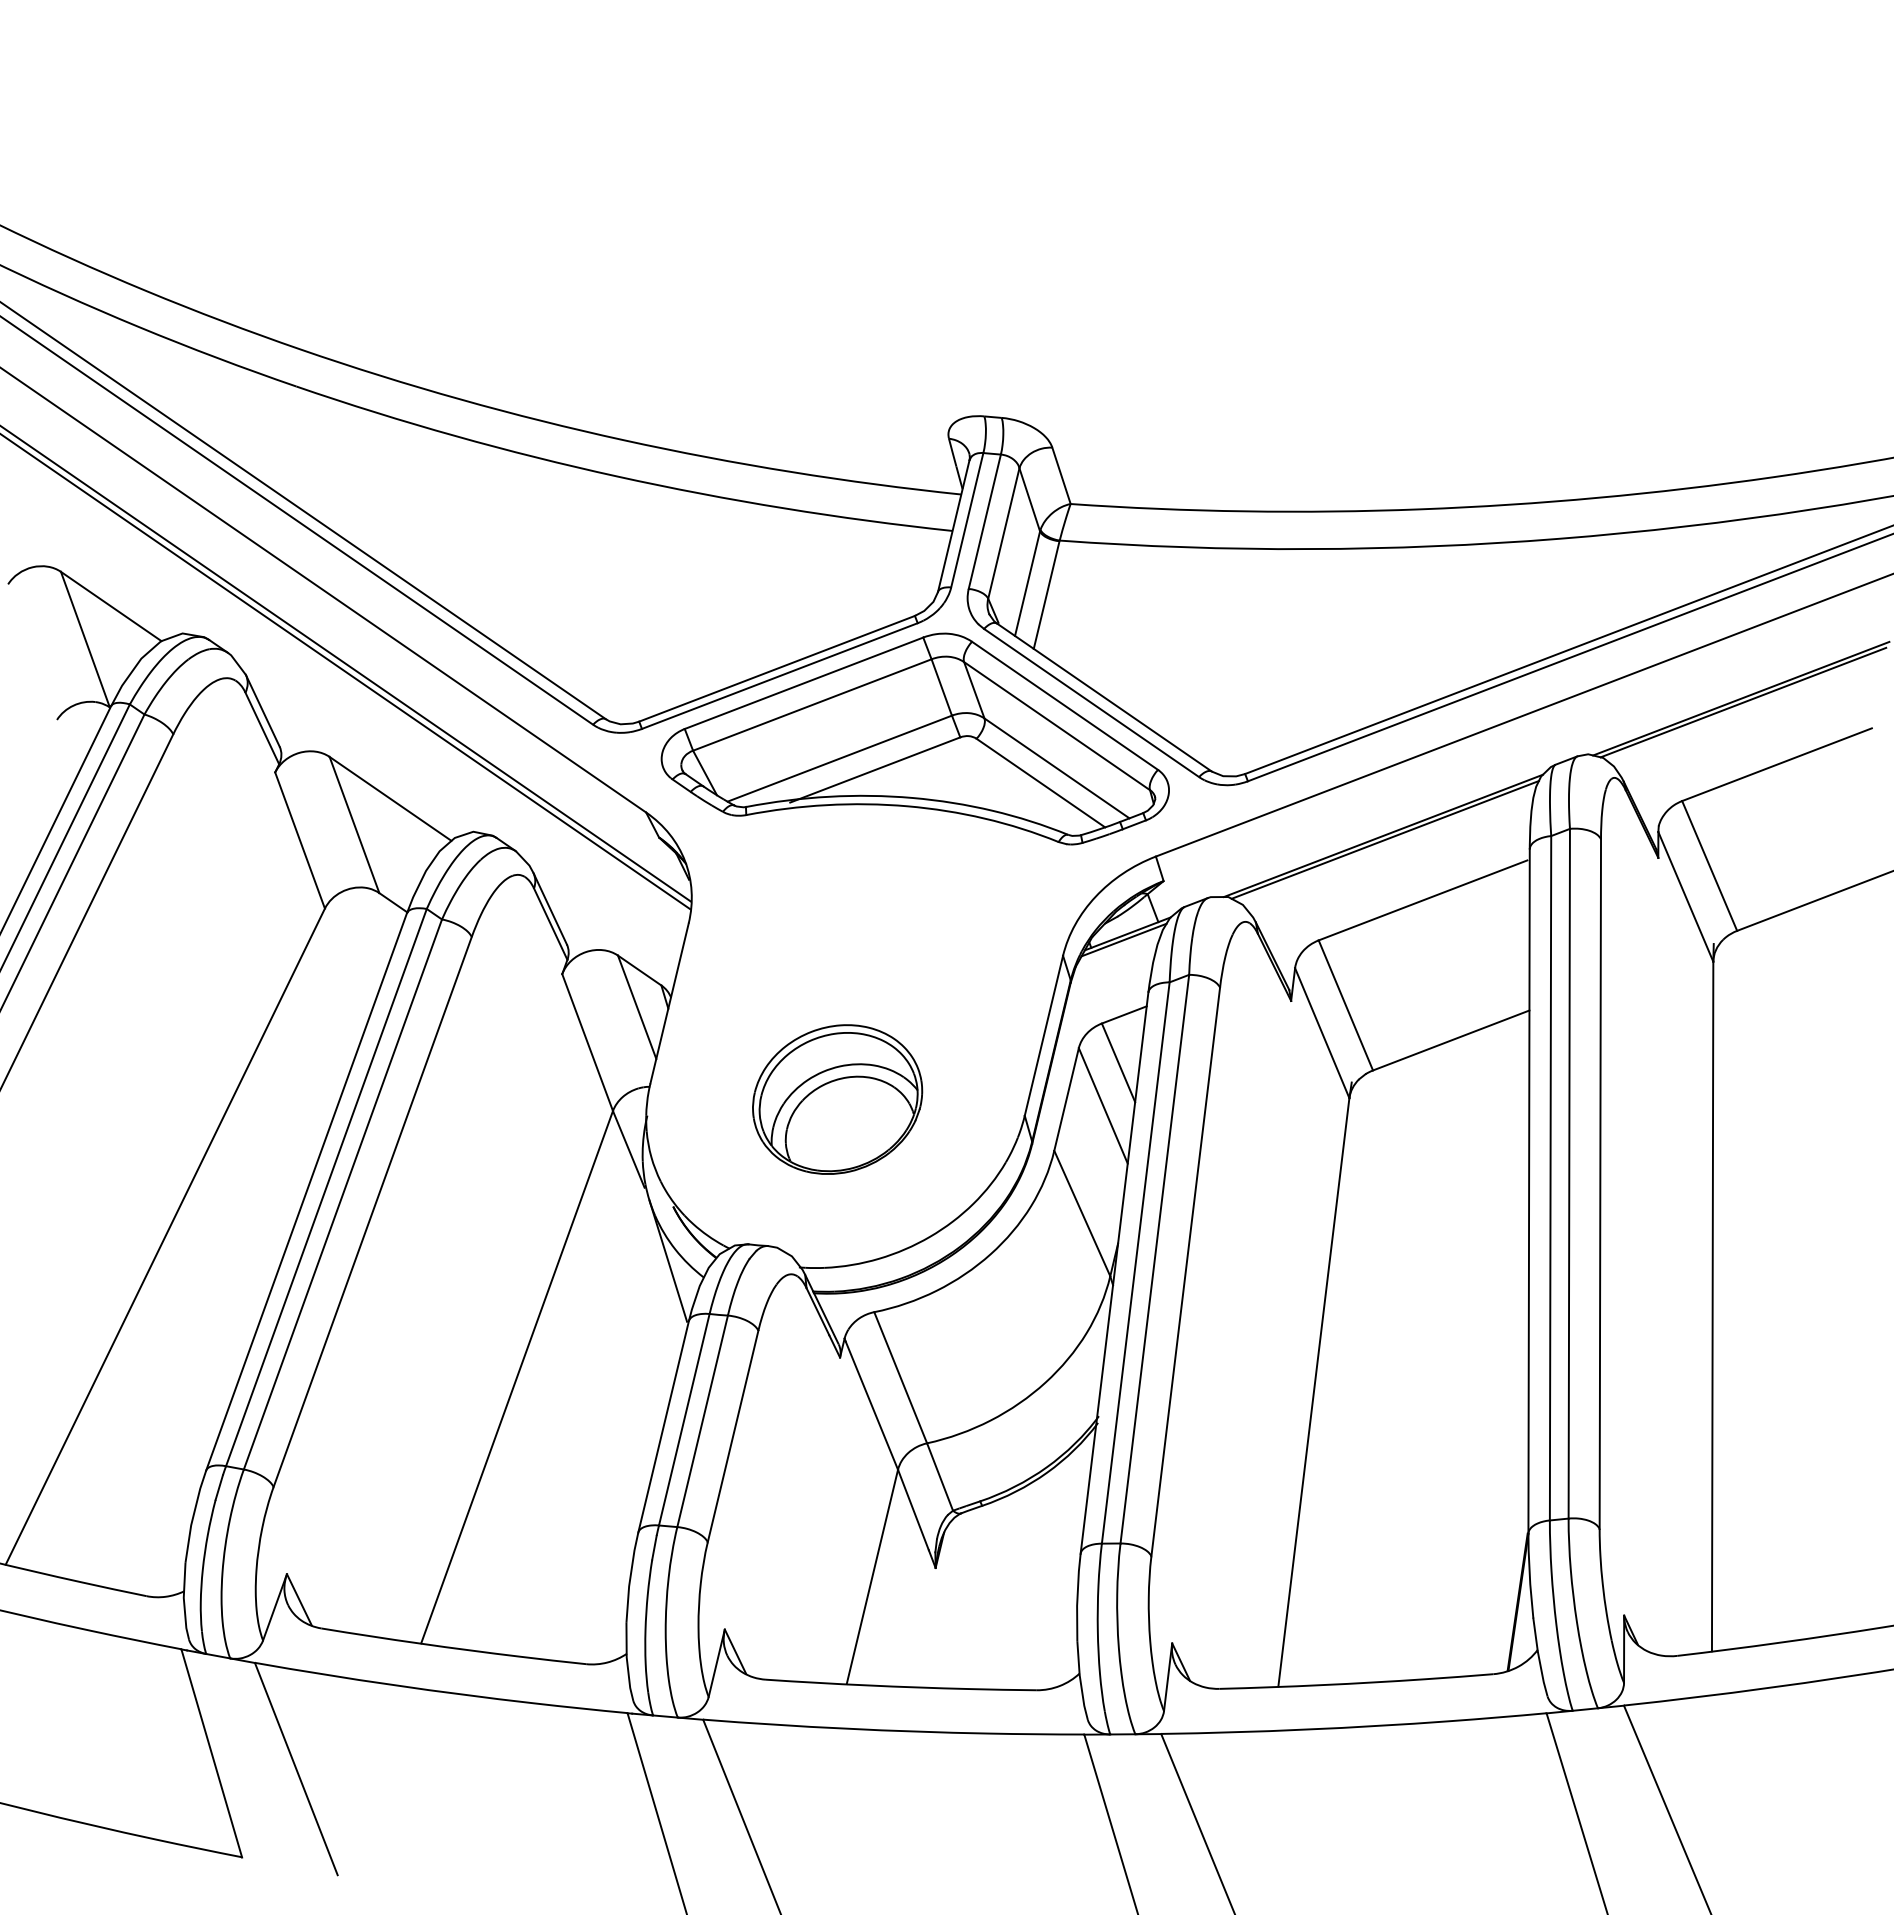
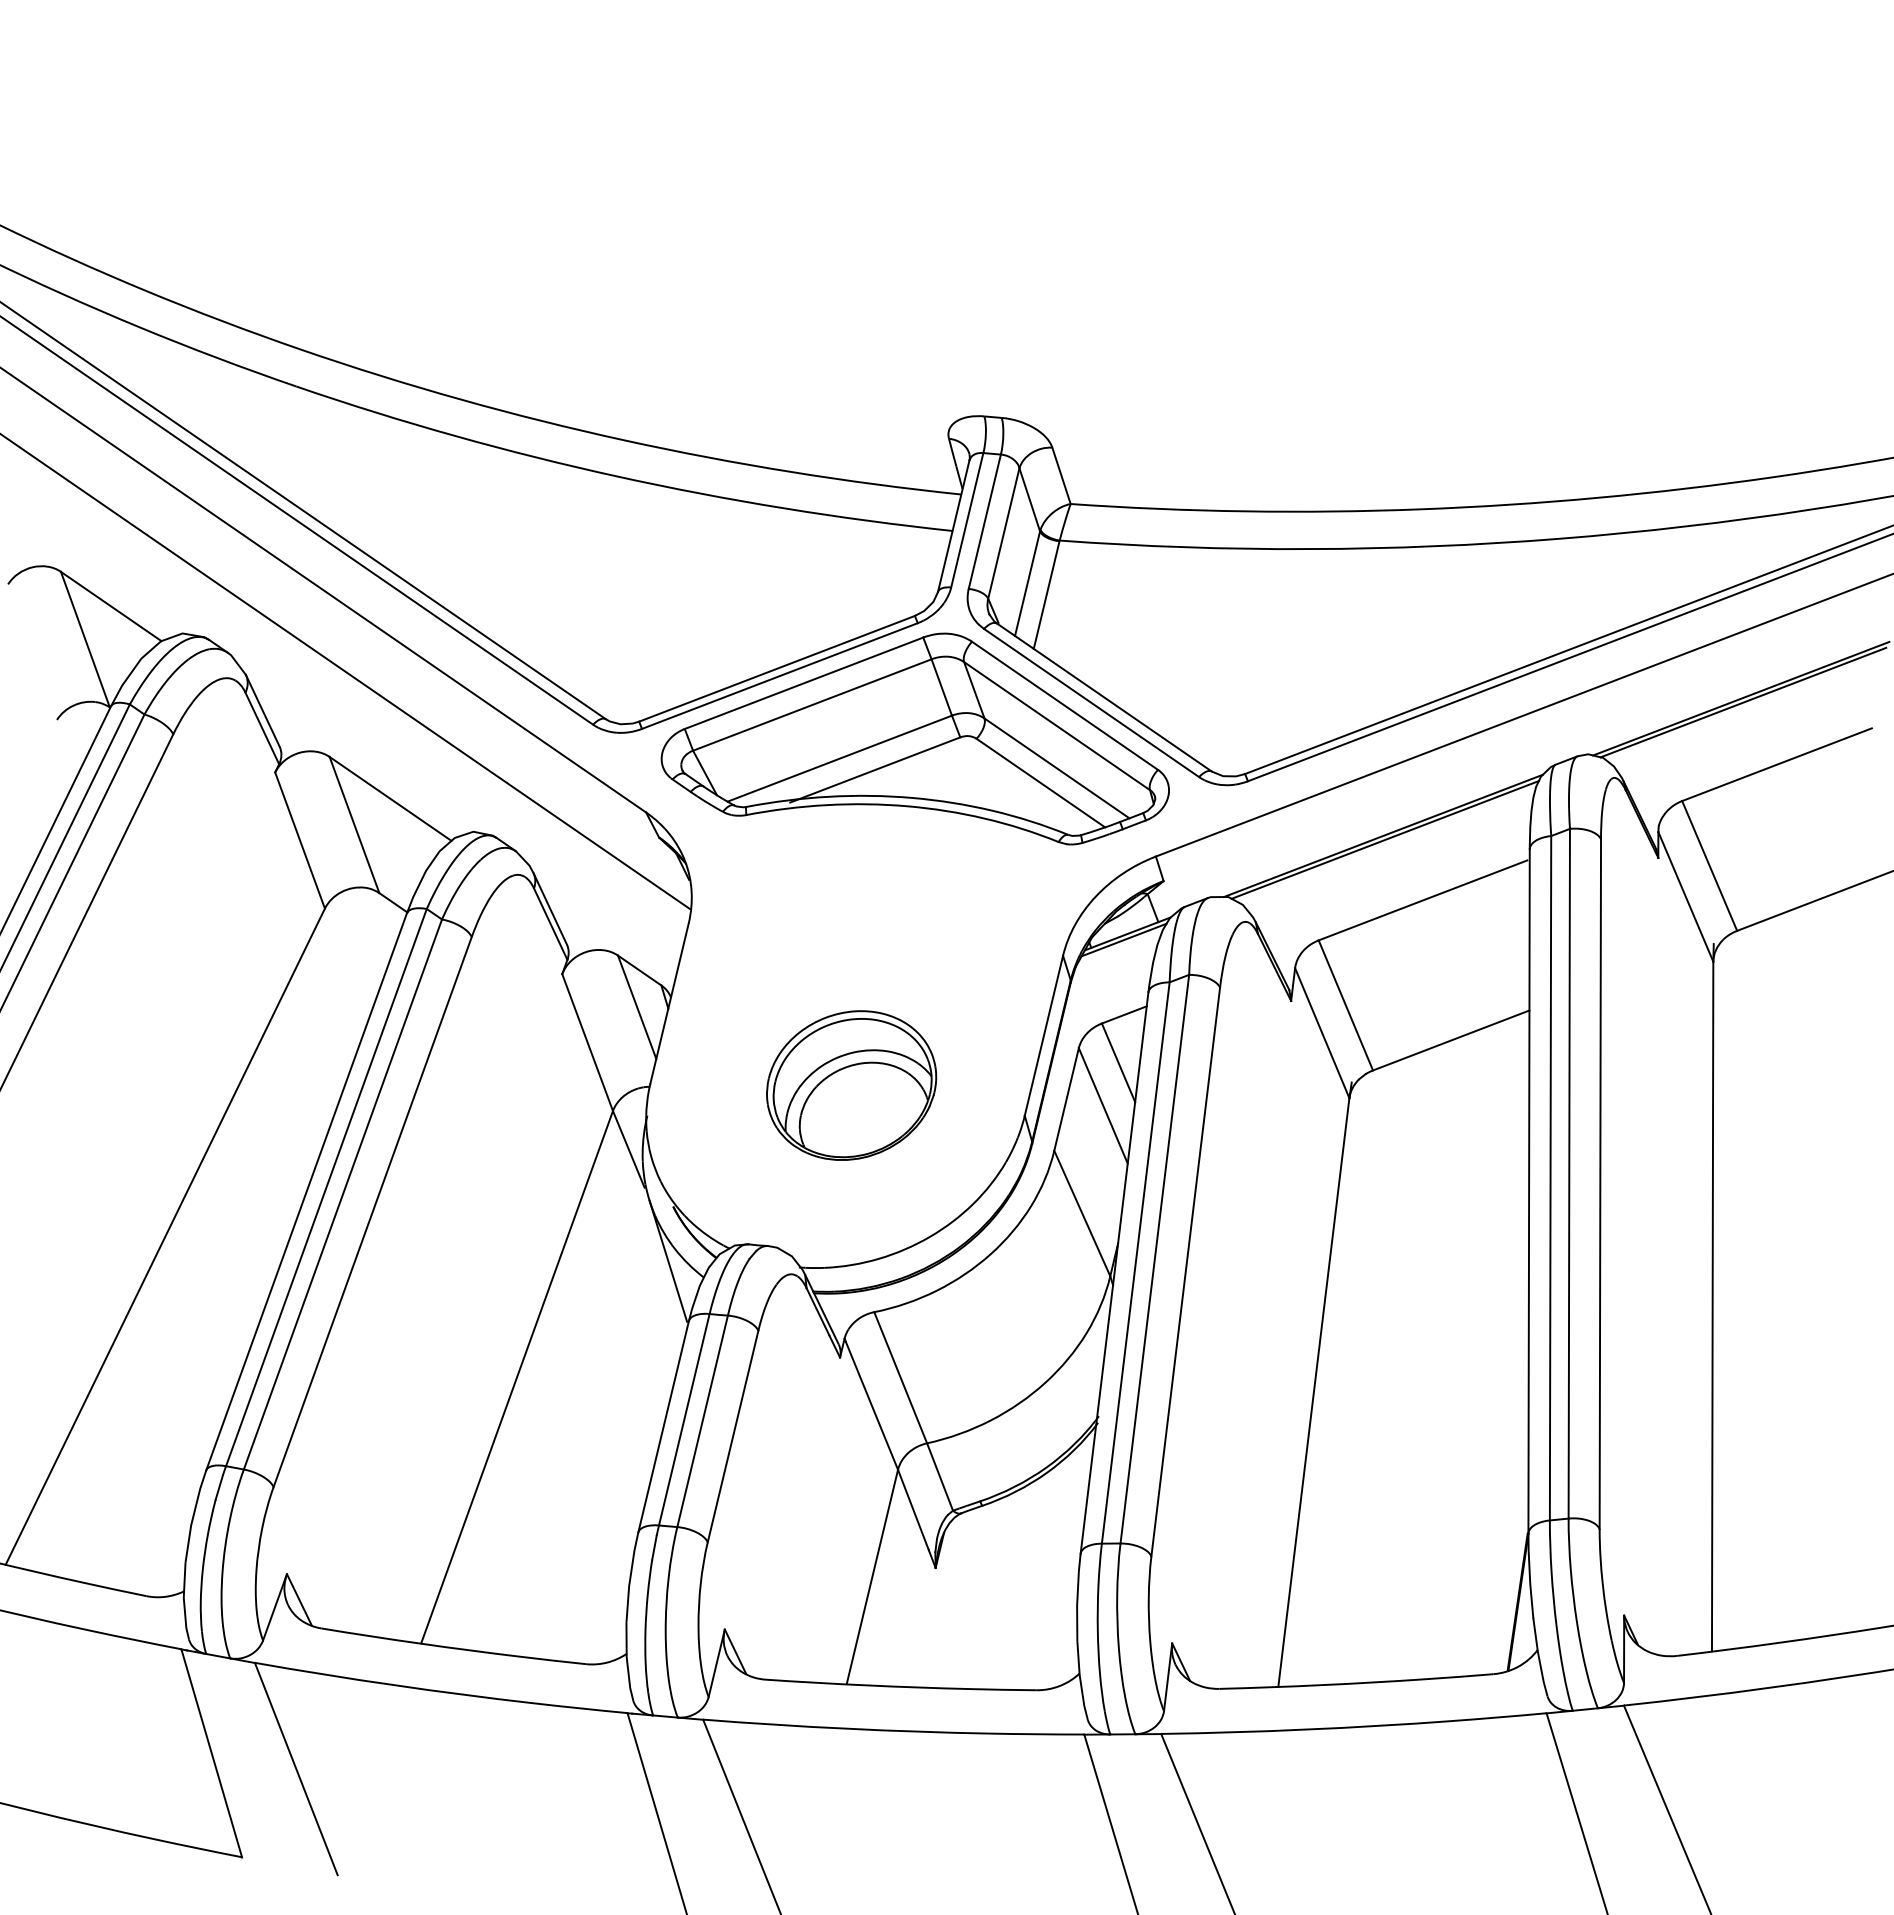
line at (346, 664): present -> none
part at (837, 1099) position: (837, 1099) -> (851, 1085)
